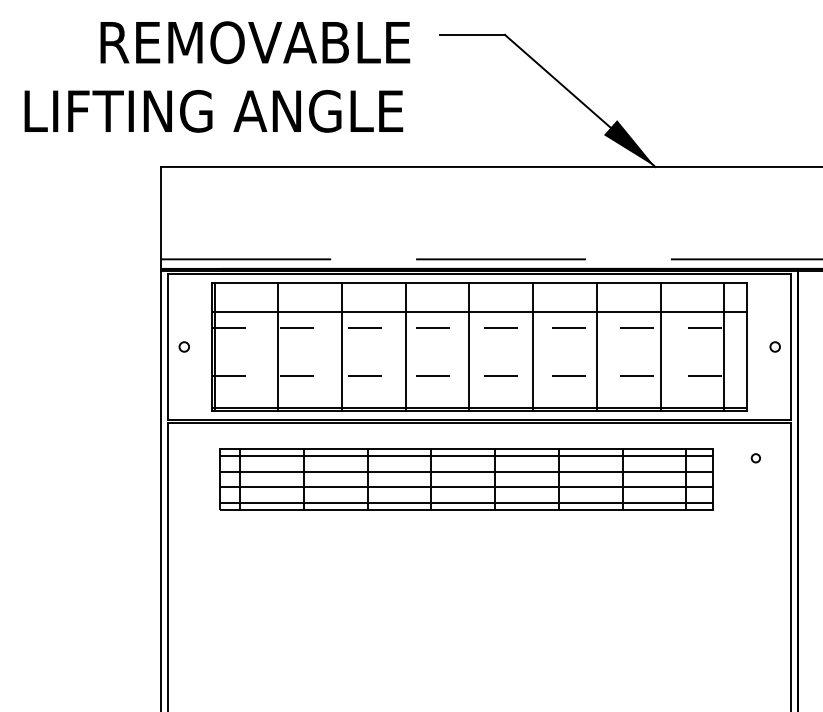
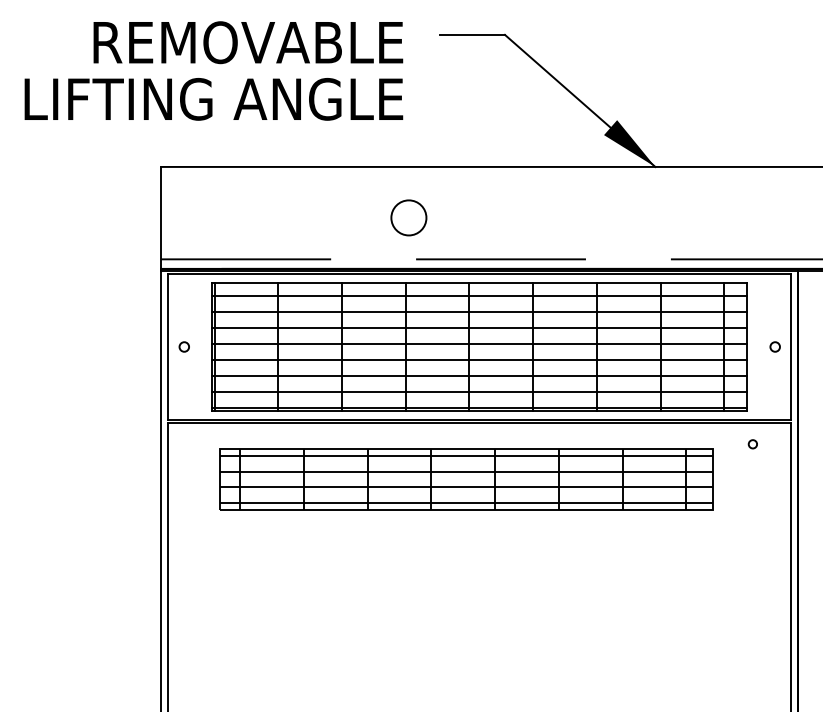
text at (255, 42) position: (255, 42) -> (248, 42)
text at (213, 111) position: (213, 111) -> (213, 99)
circle at (408, 217): none -> present
line at (479, 296): none -> present
line at (479, 328): dashed -> solid
line at (479, 344): none -> present
line at (479, 360): none -> present
line at (479, 376): dashed -> solid
line at (479, 392): none -> present
circle at (755, 458) position: (755, 458) -> (752, 444)
